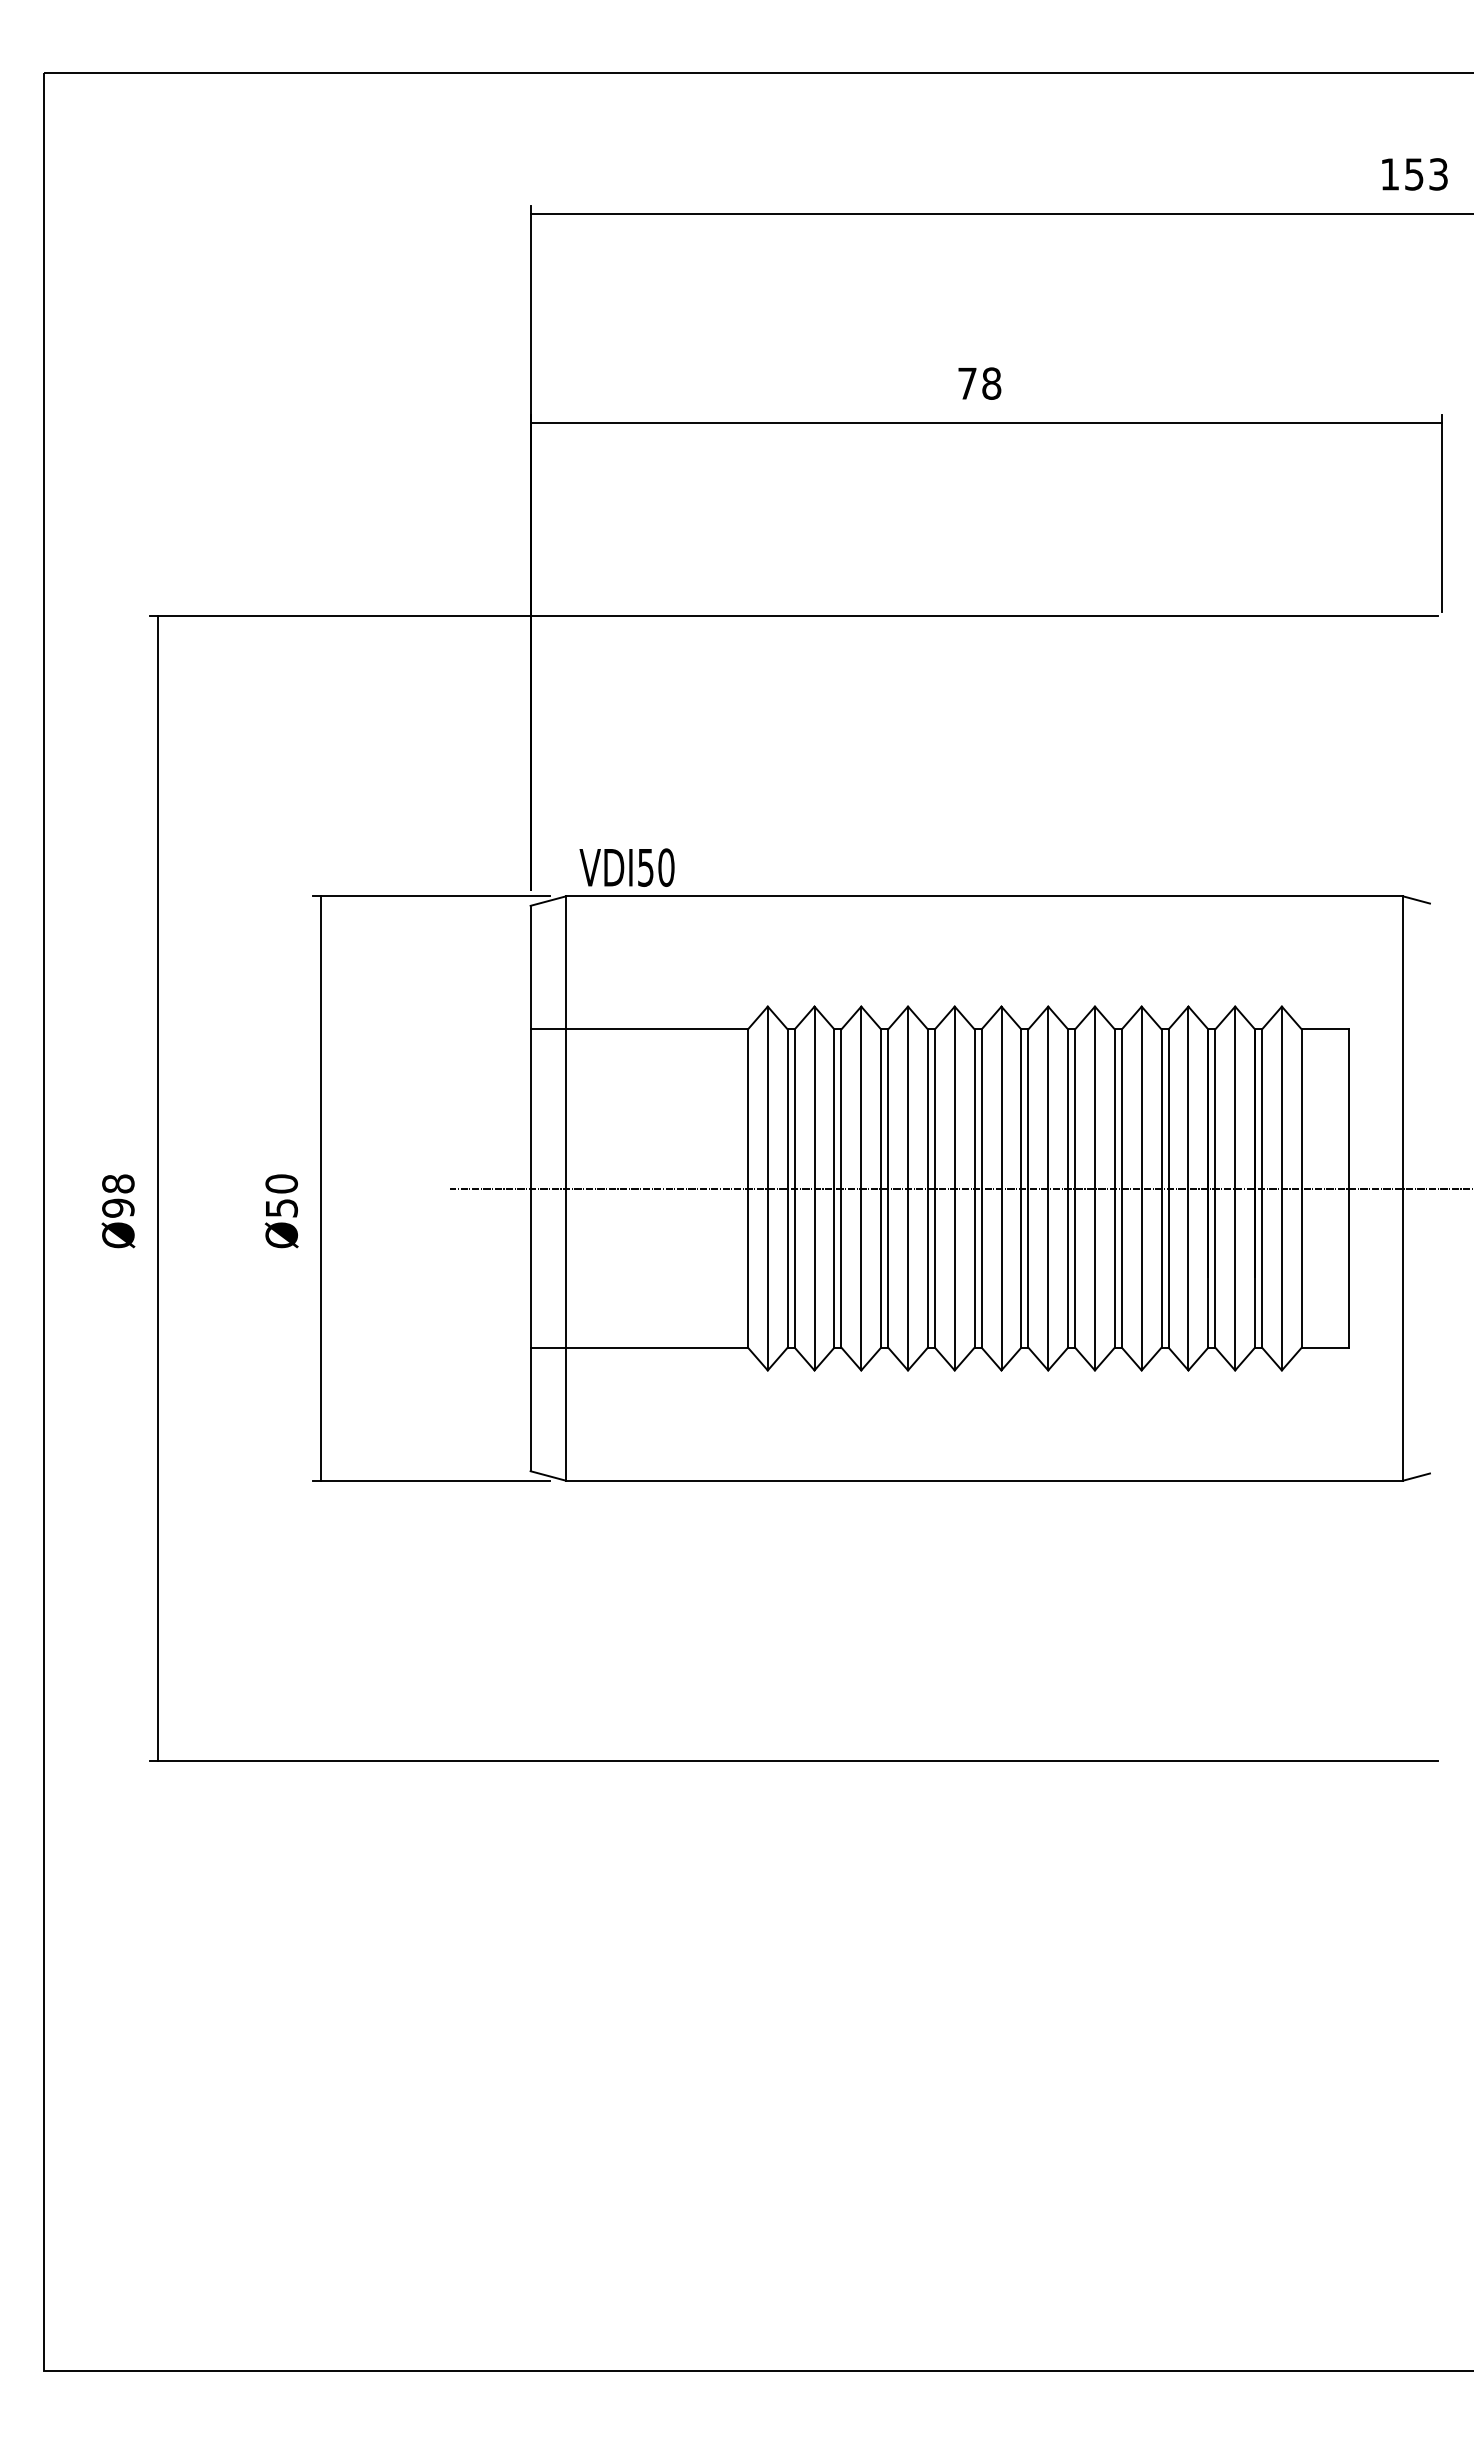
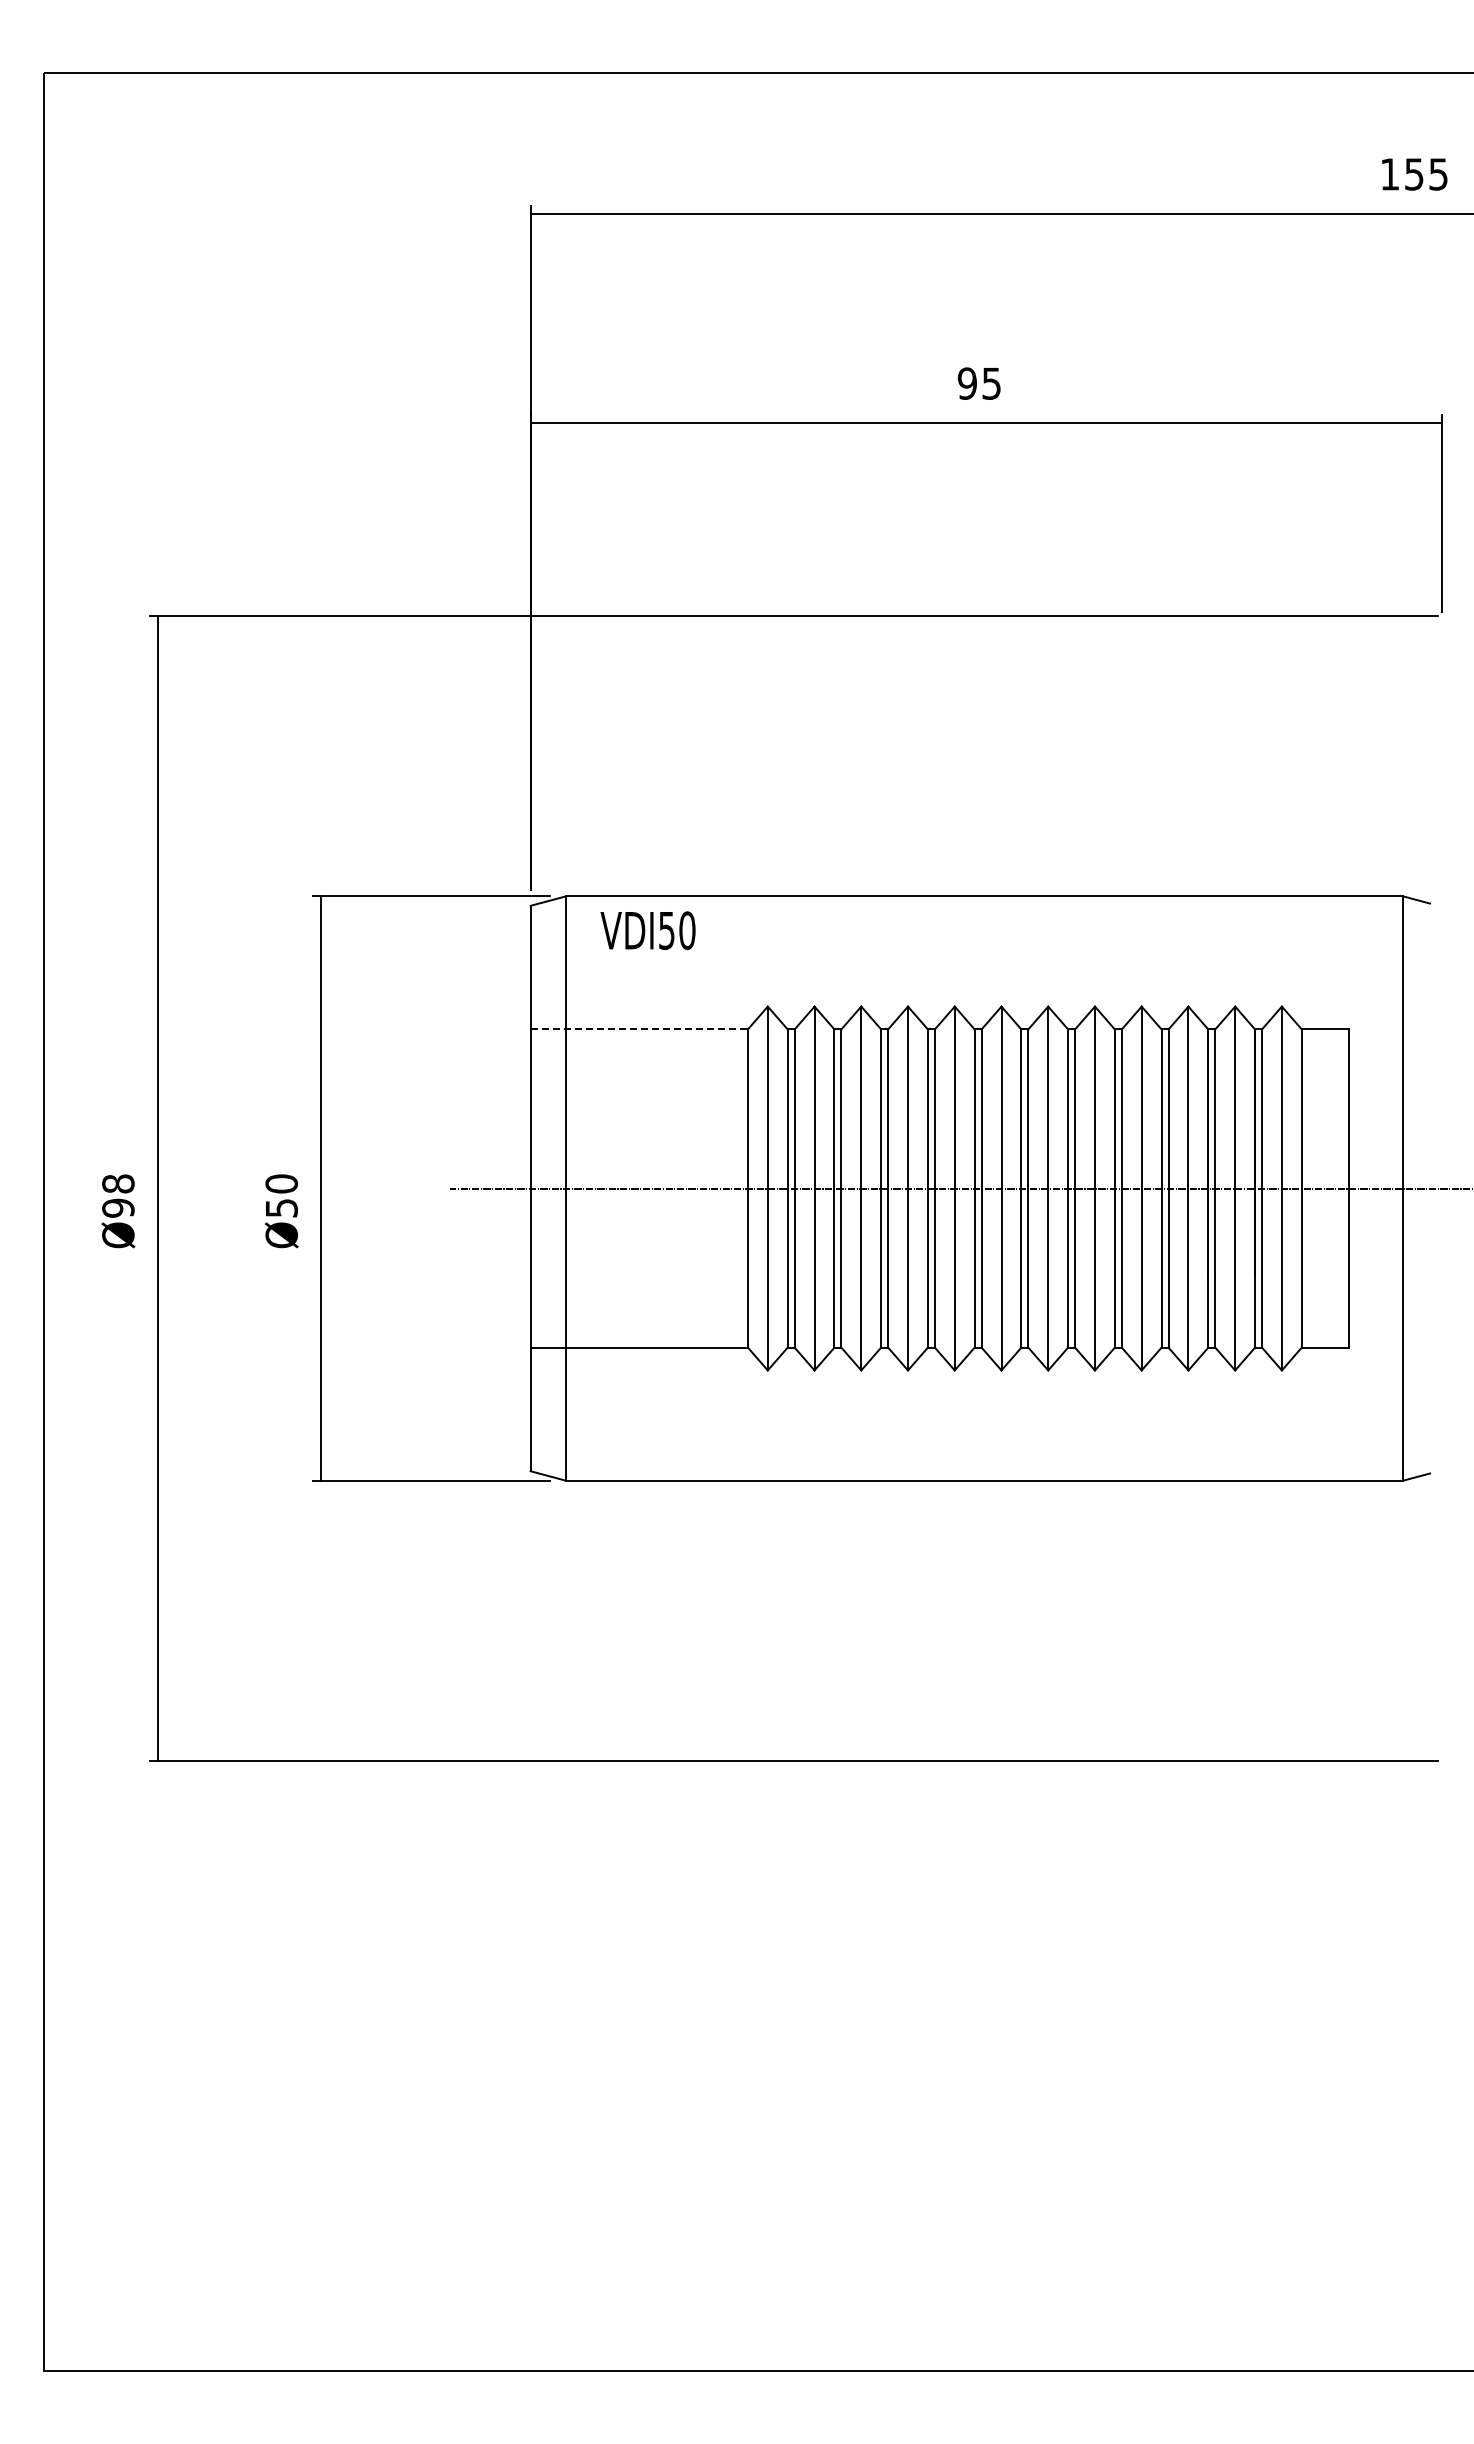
text at (1438, 174): 153 -> 155
text at (979, 383): 78 -> 95
text at (626, 867) position: (626, 867) -> (647, 930)
line at (639, 1029): solid -> dashed
